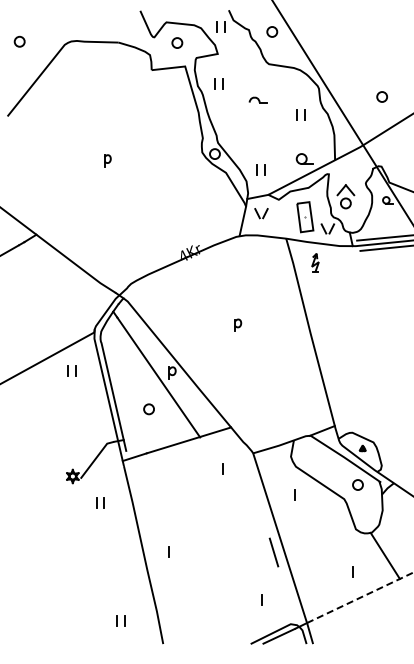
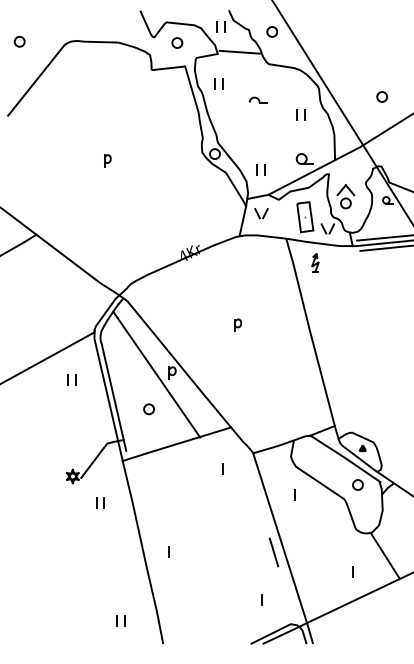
line at (239, 51): none -> present
part at (71, 370) position: (71, 370) -> (71, 379)
line at (360, 597): dashed -> solid
